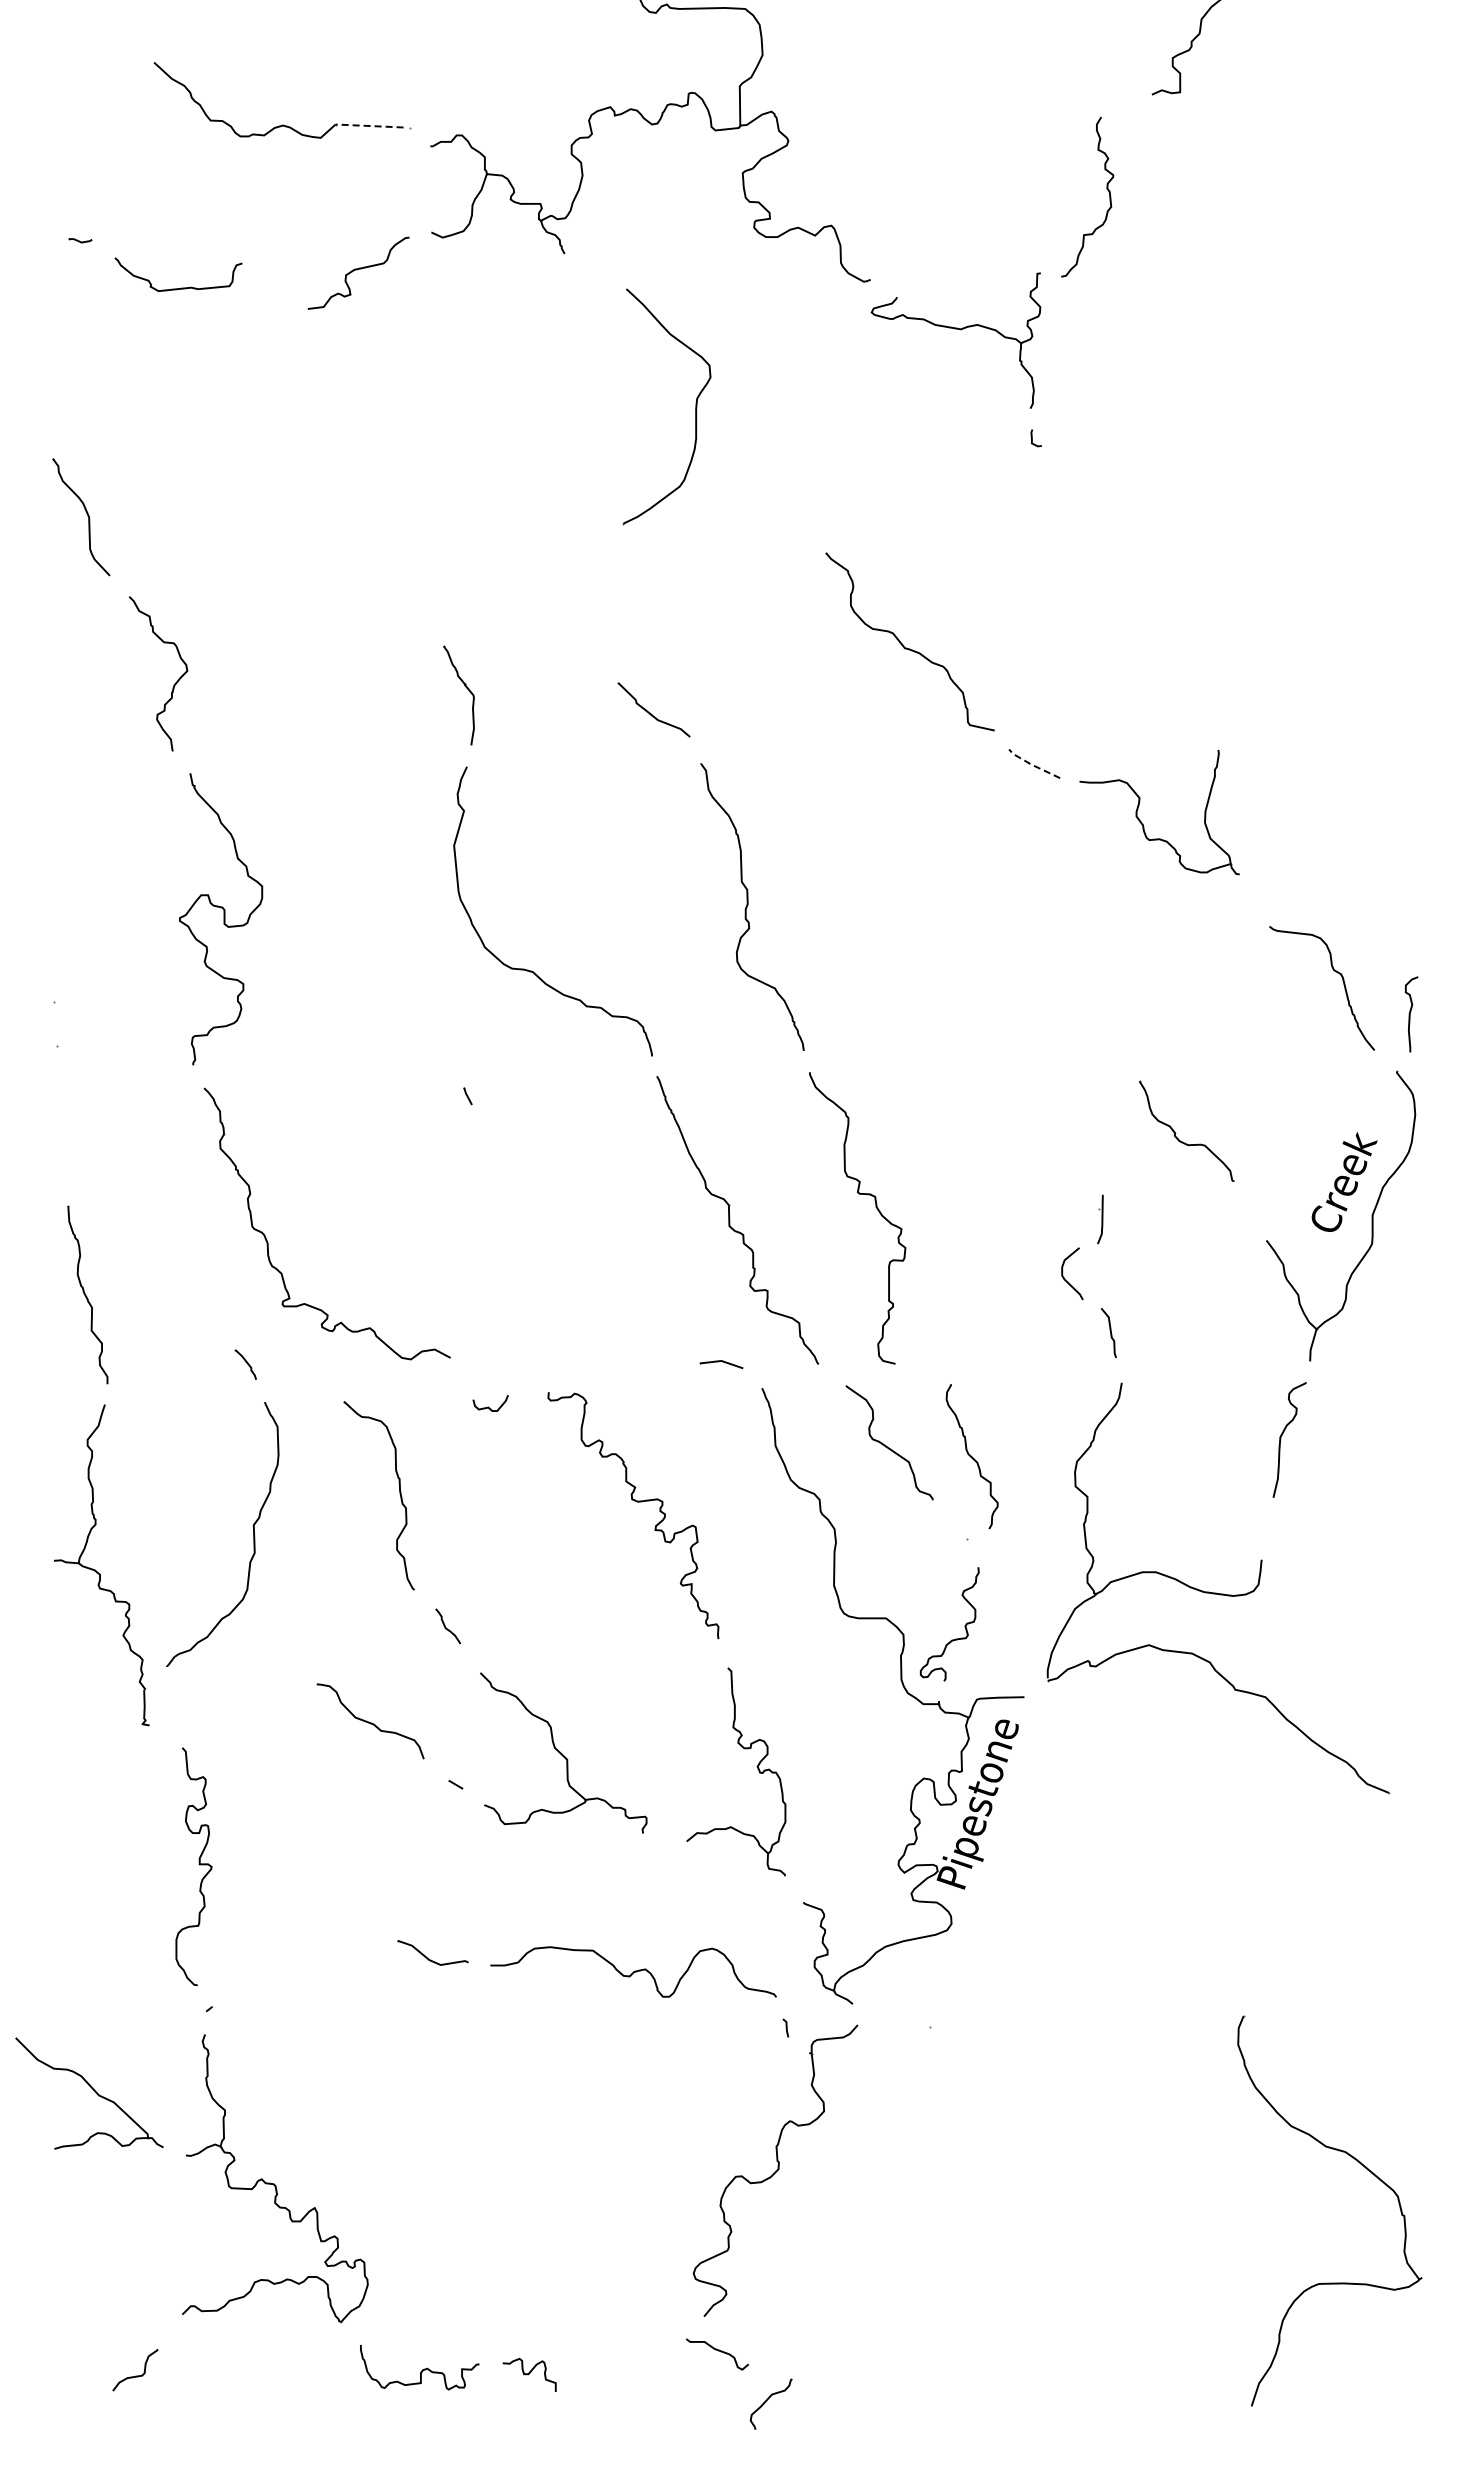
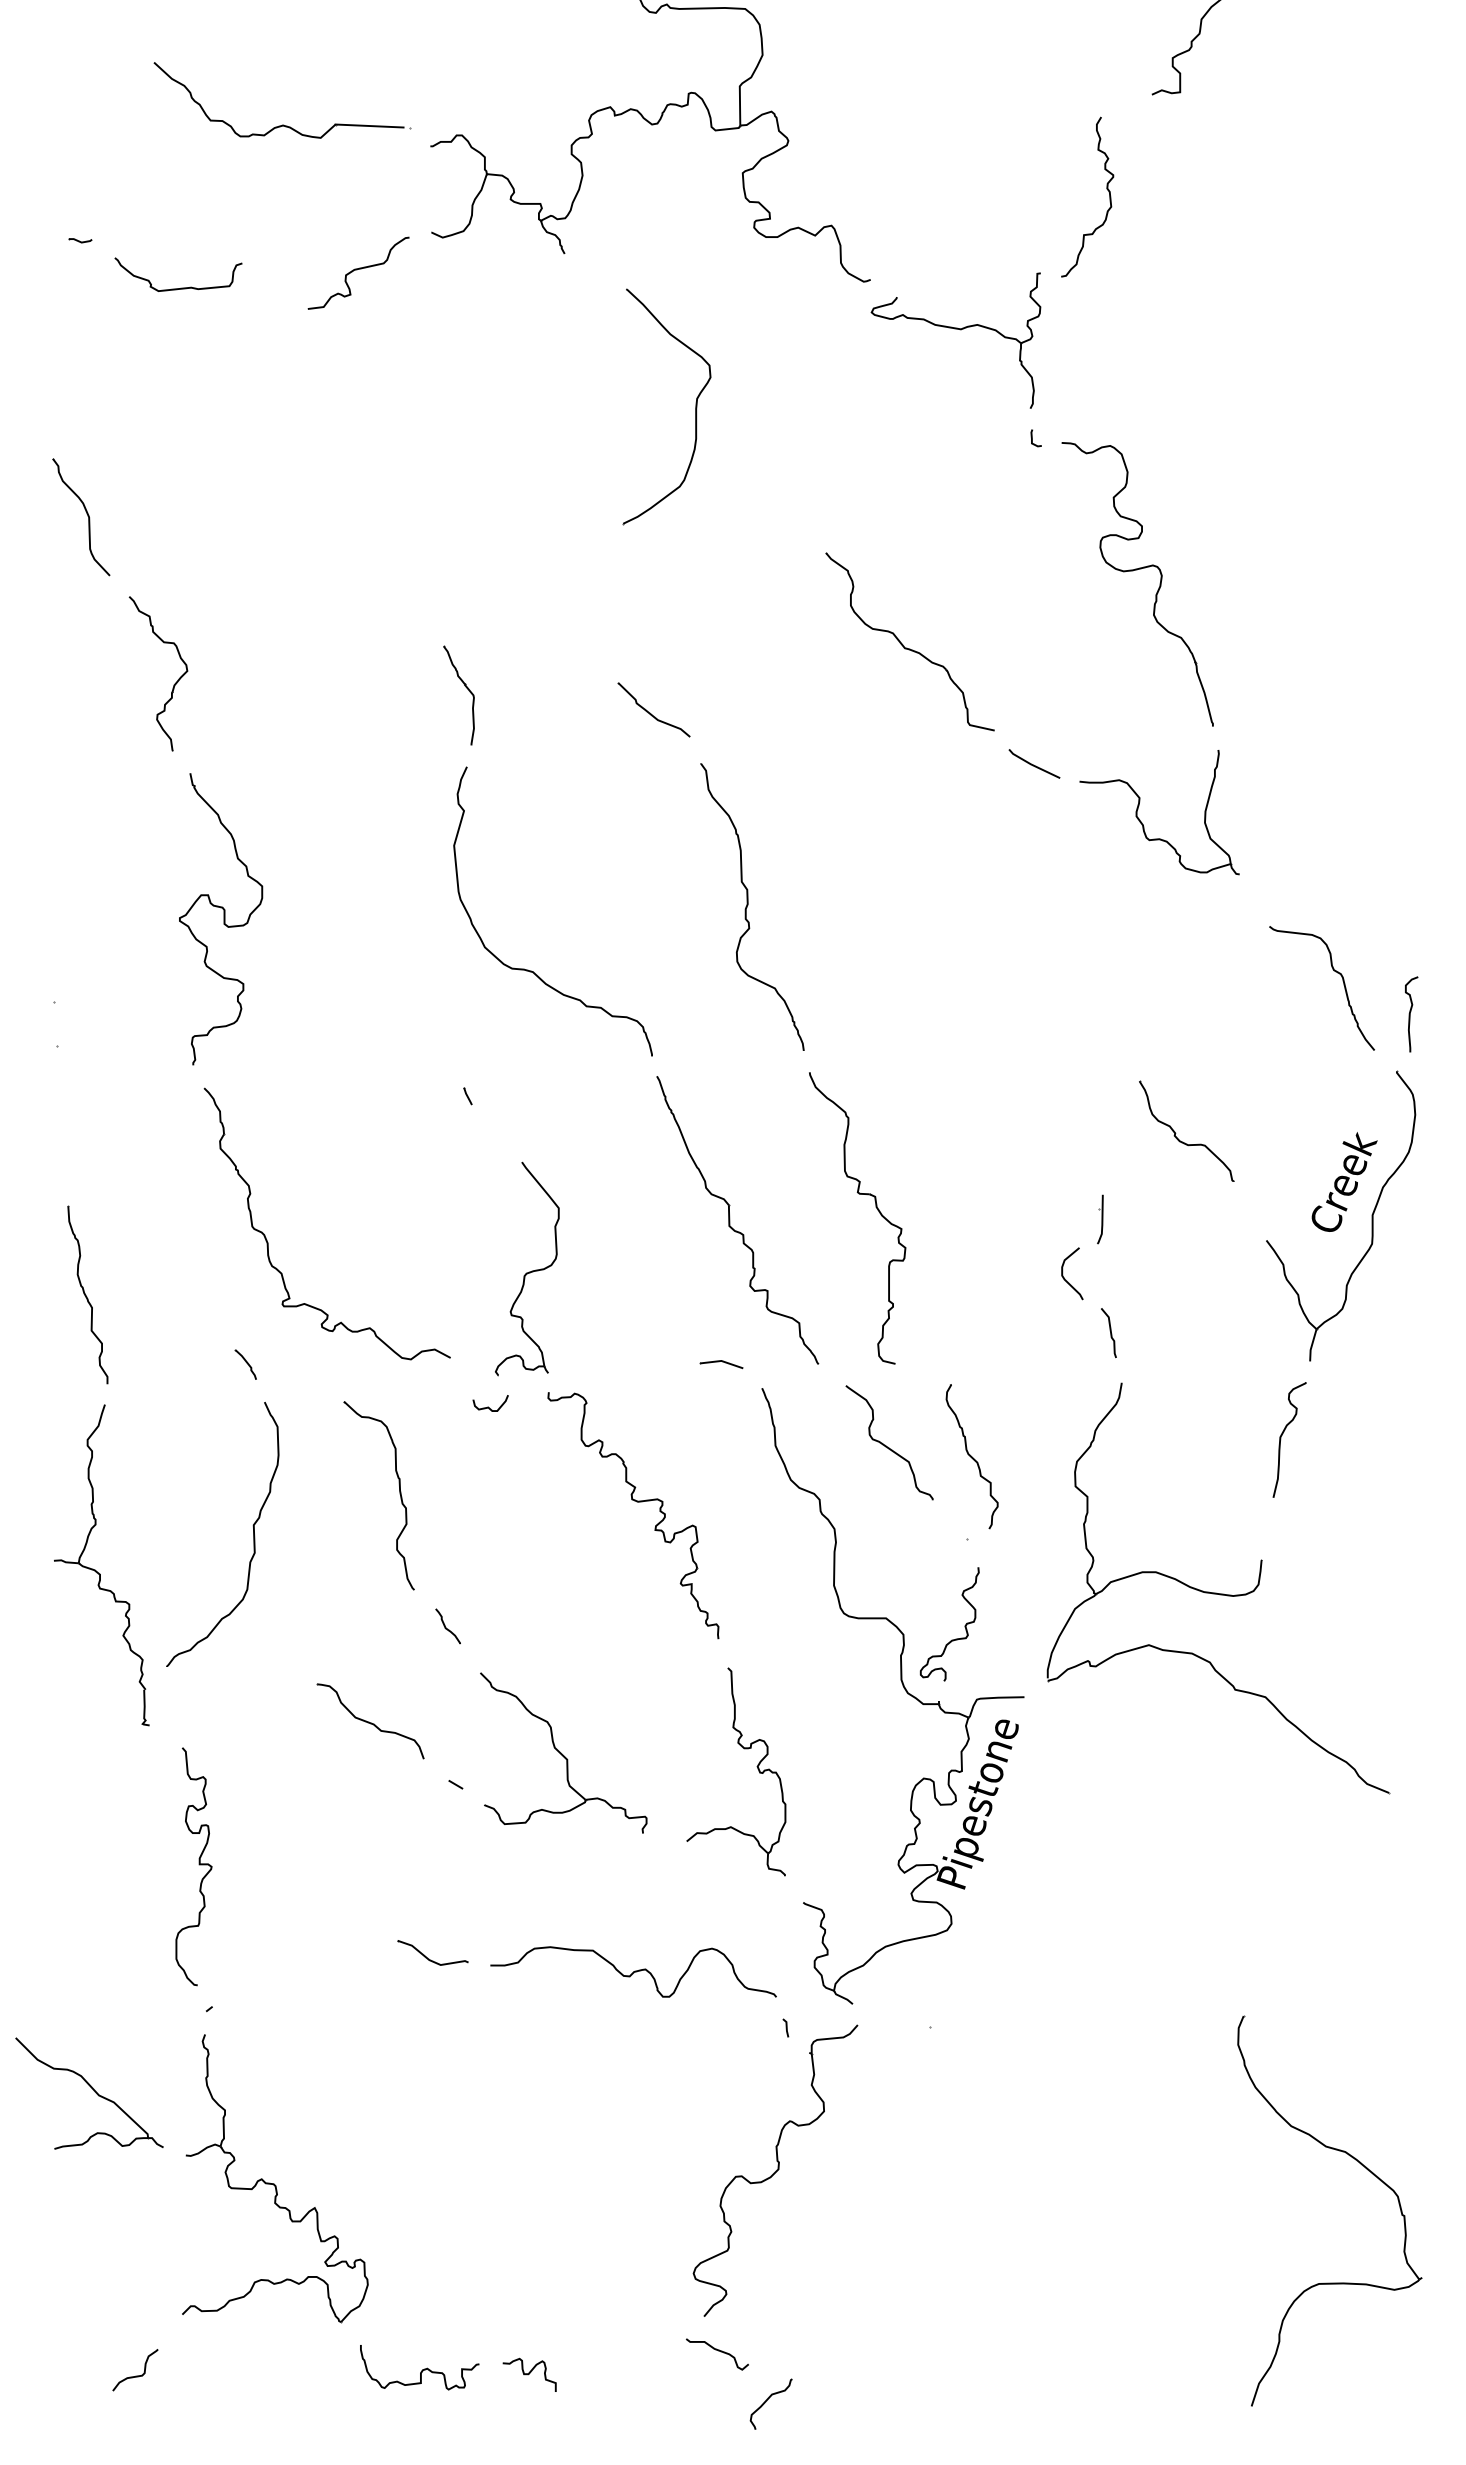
line at (369, 126): dashed -> solid
part at (1133, 571): none -> present
line at (1032, 765): dashed -> solid
part at (527, 1268): none -> present
